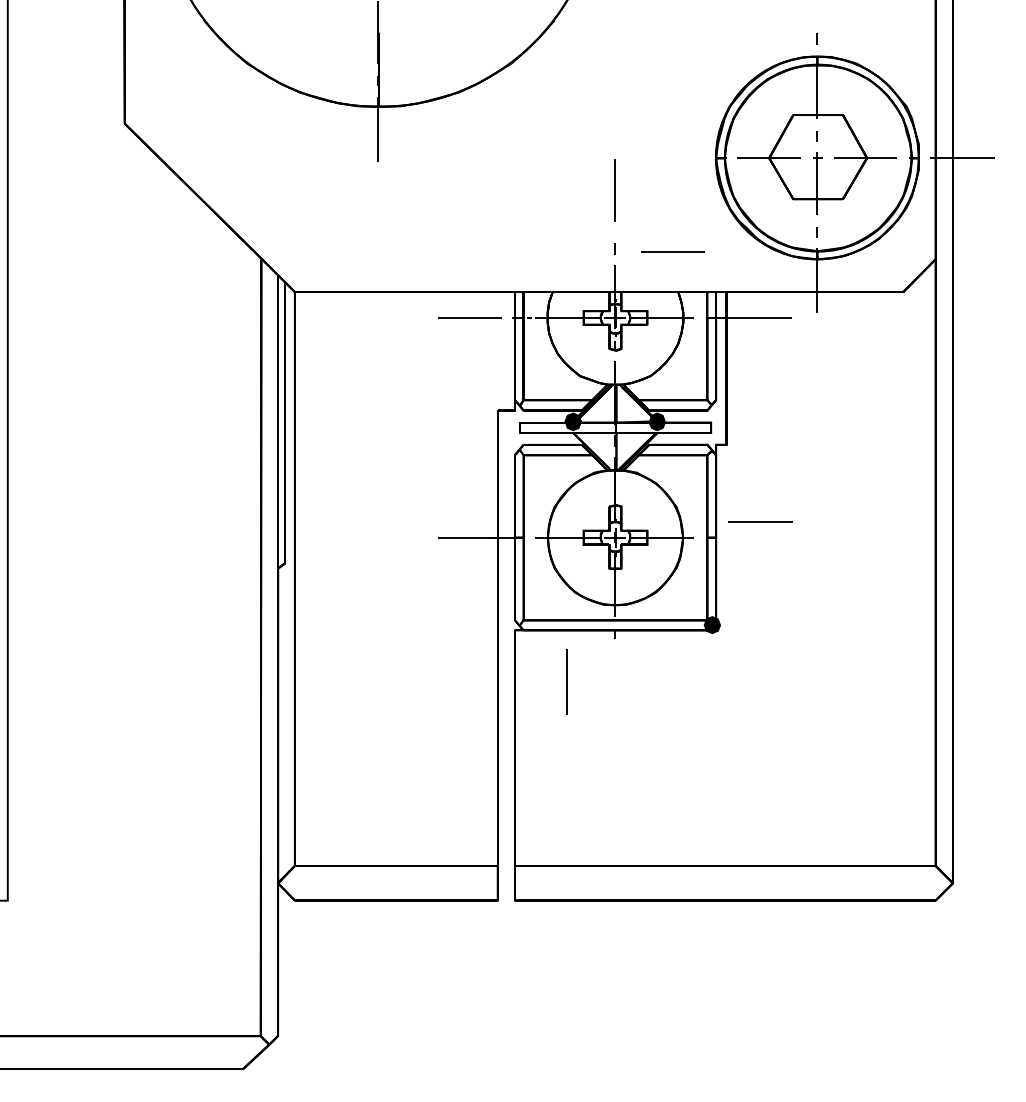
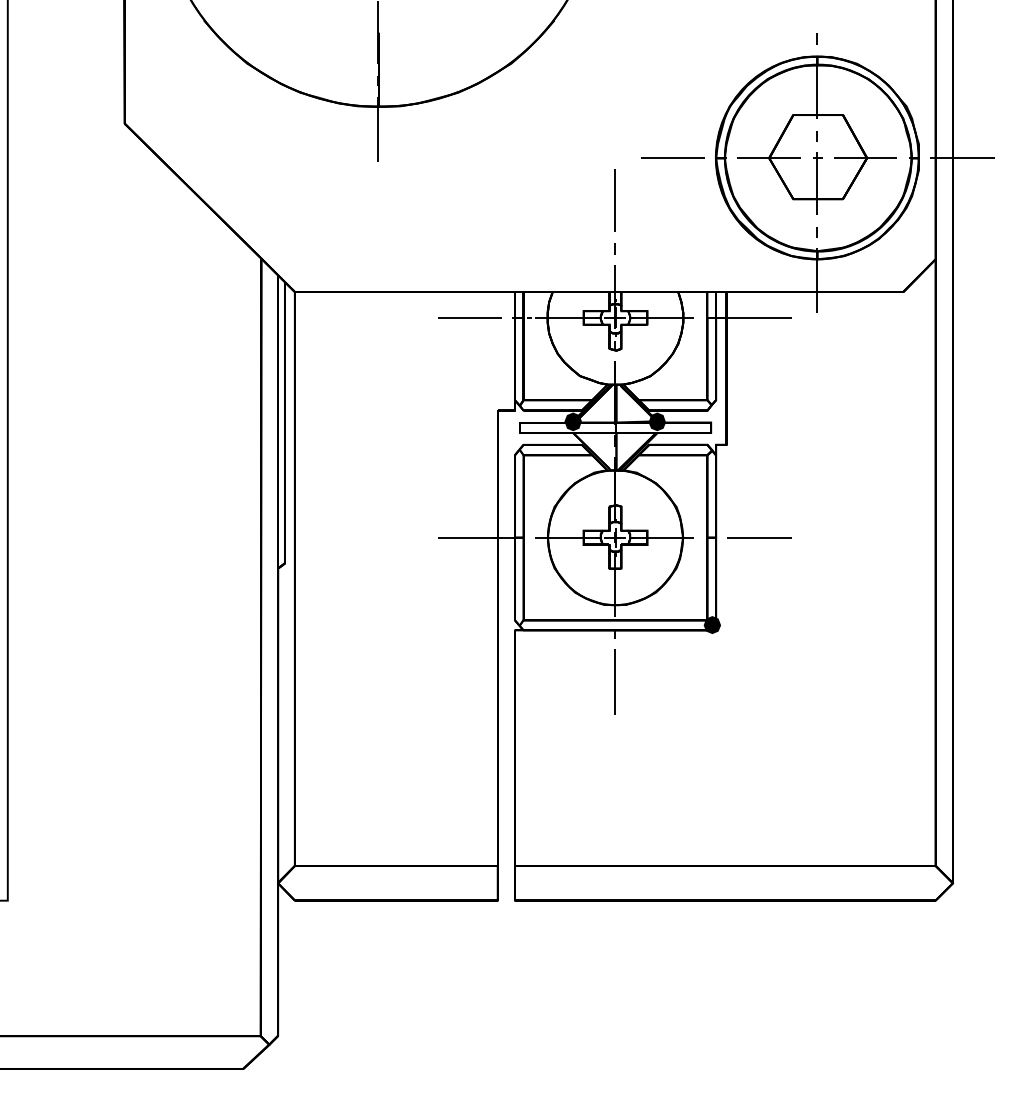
line at (614, 190) position: (614, 190) -> (614, 200)
line at (672, 251) position: (672, 251) -> (672, 157)
line at (760, 521) position: (760, 521) -> (759, 537)
line at (566, 681) position: (566, 681) -> (614, 681)
